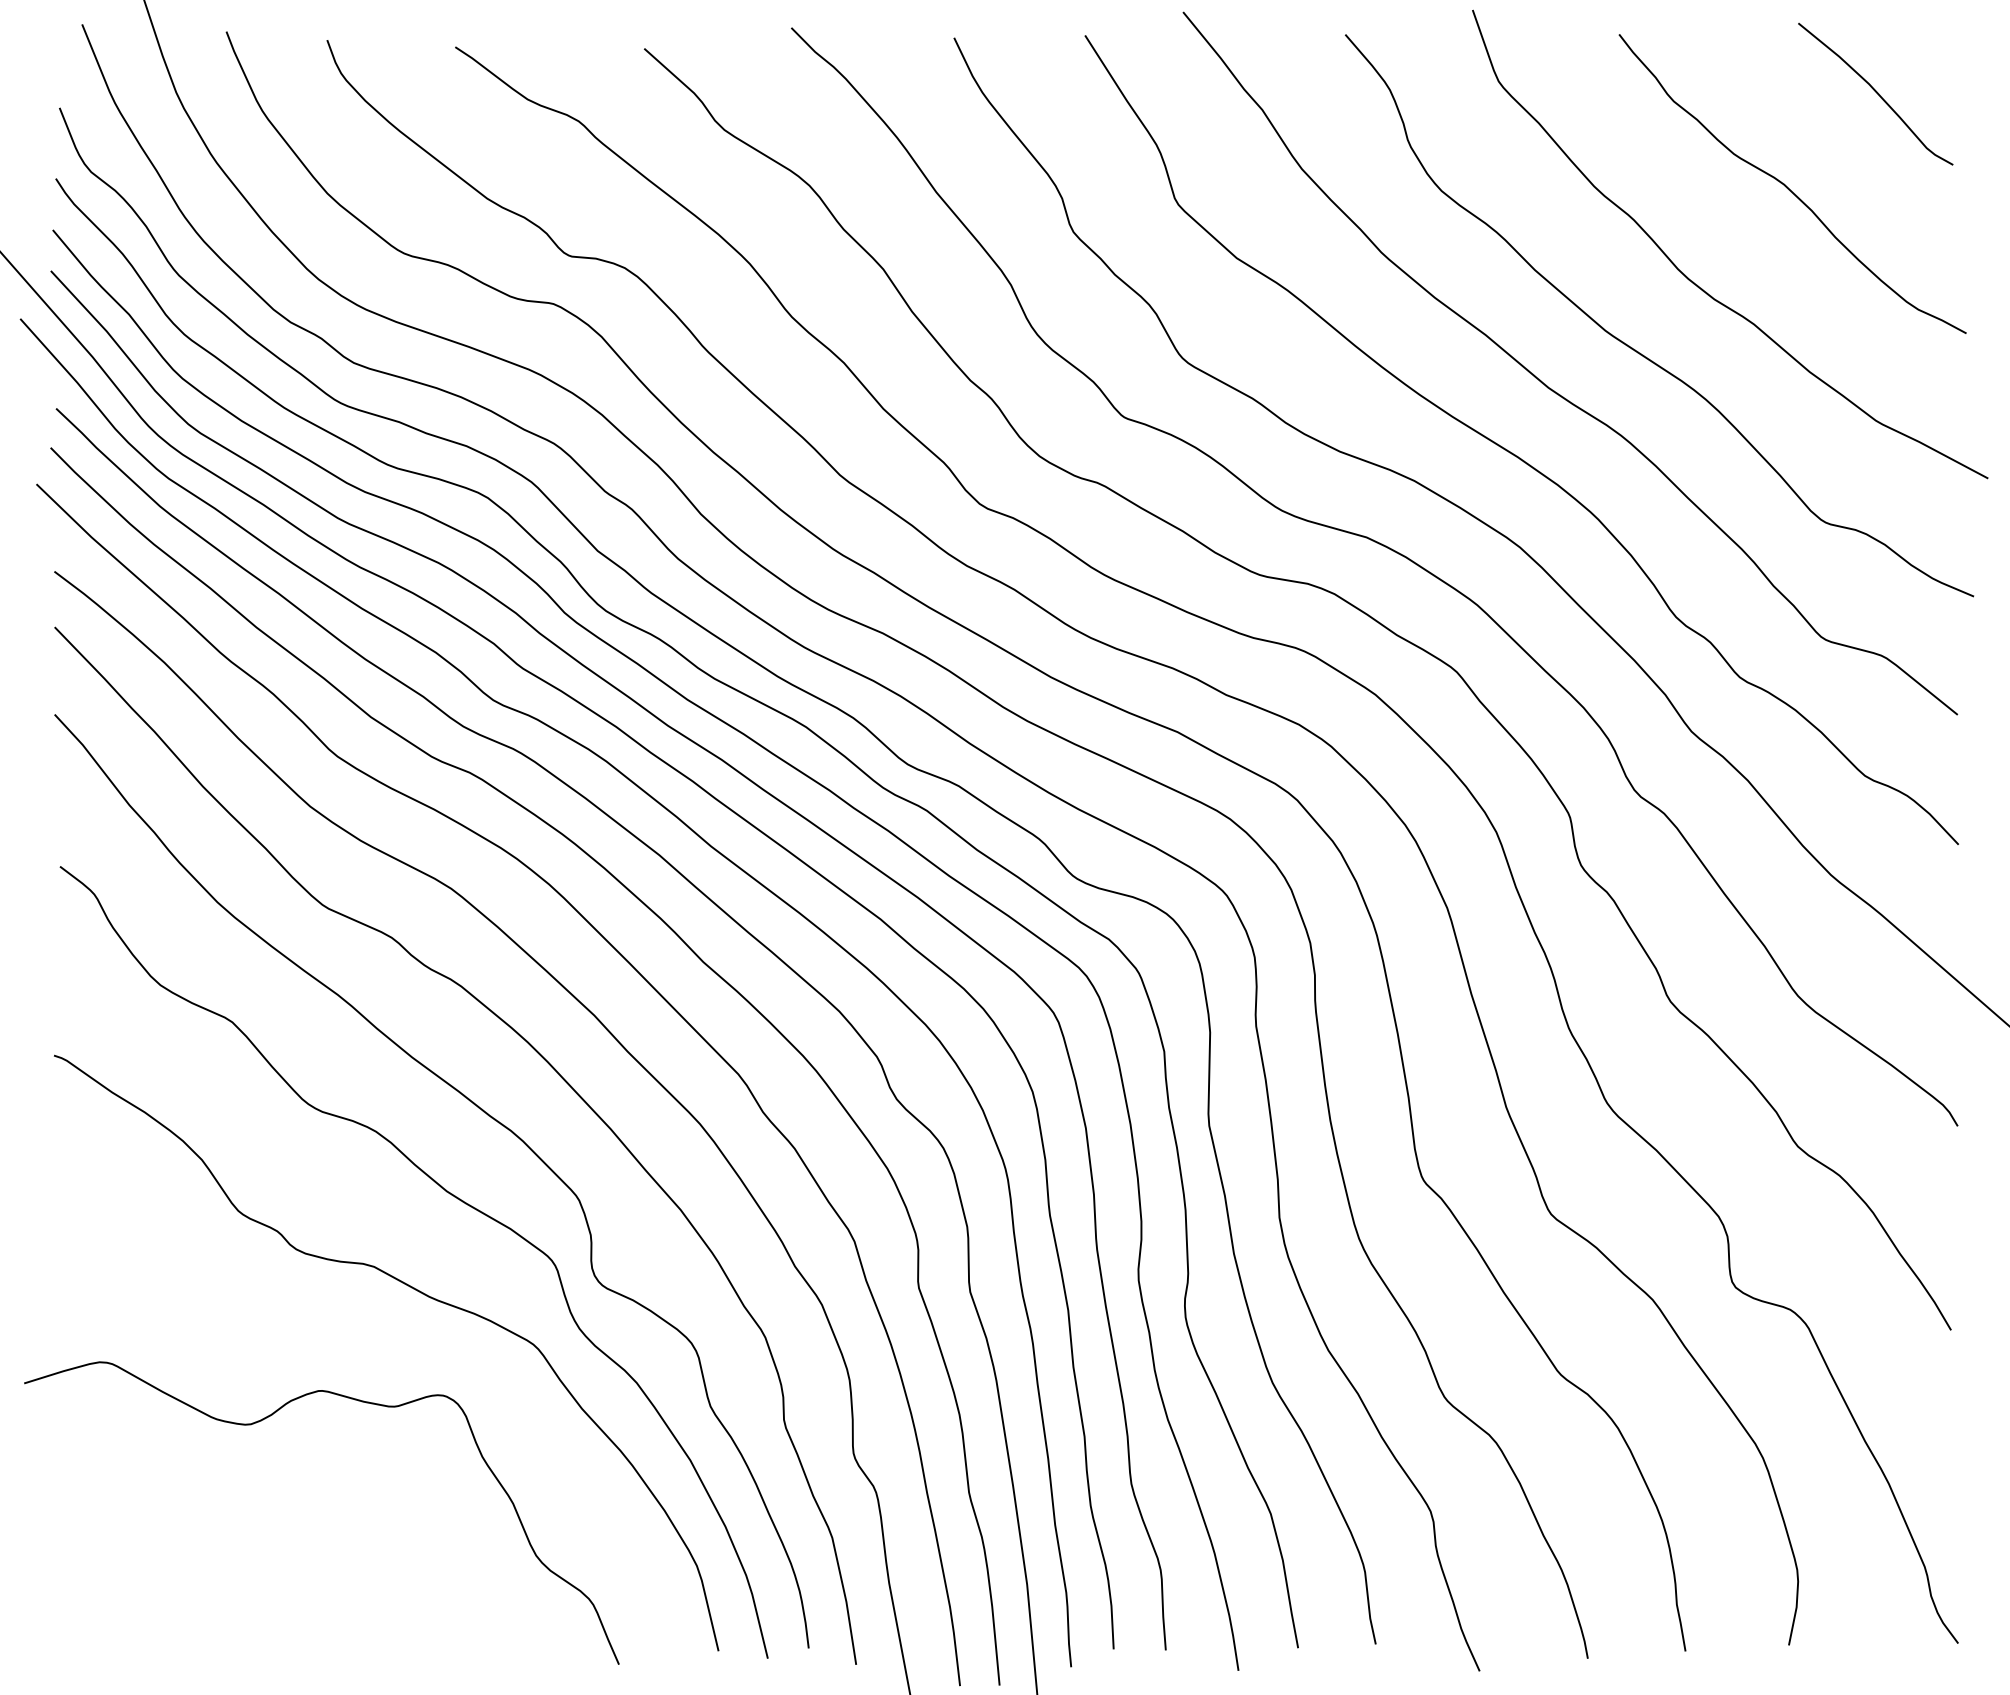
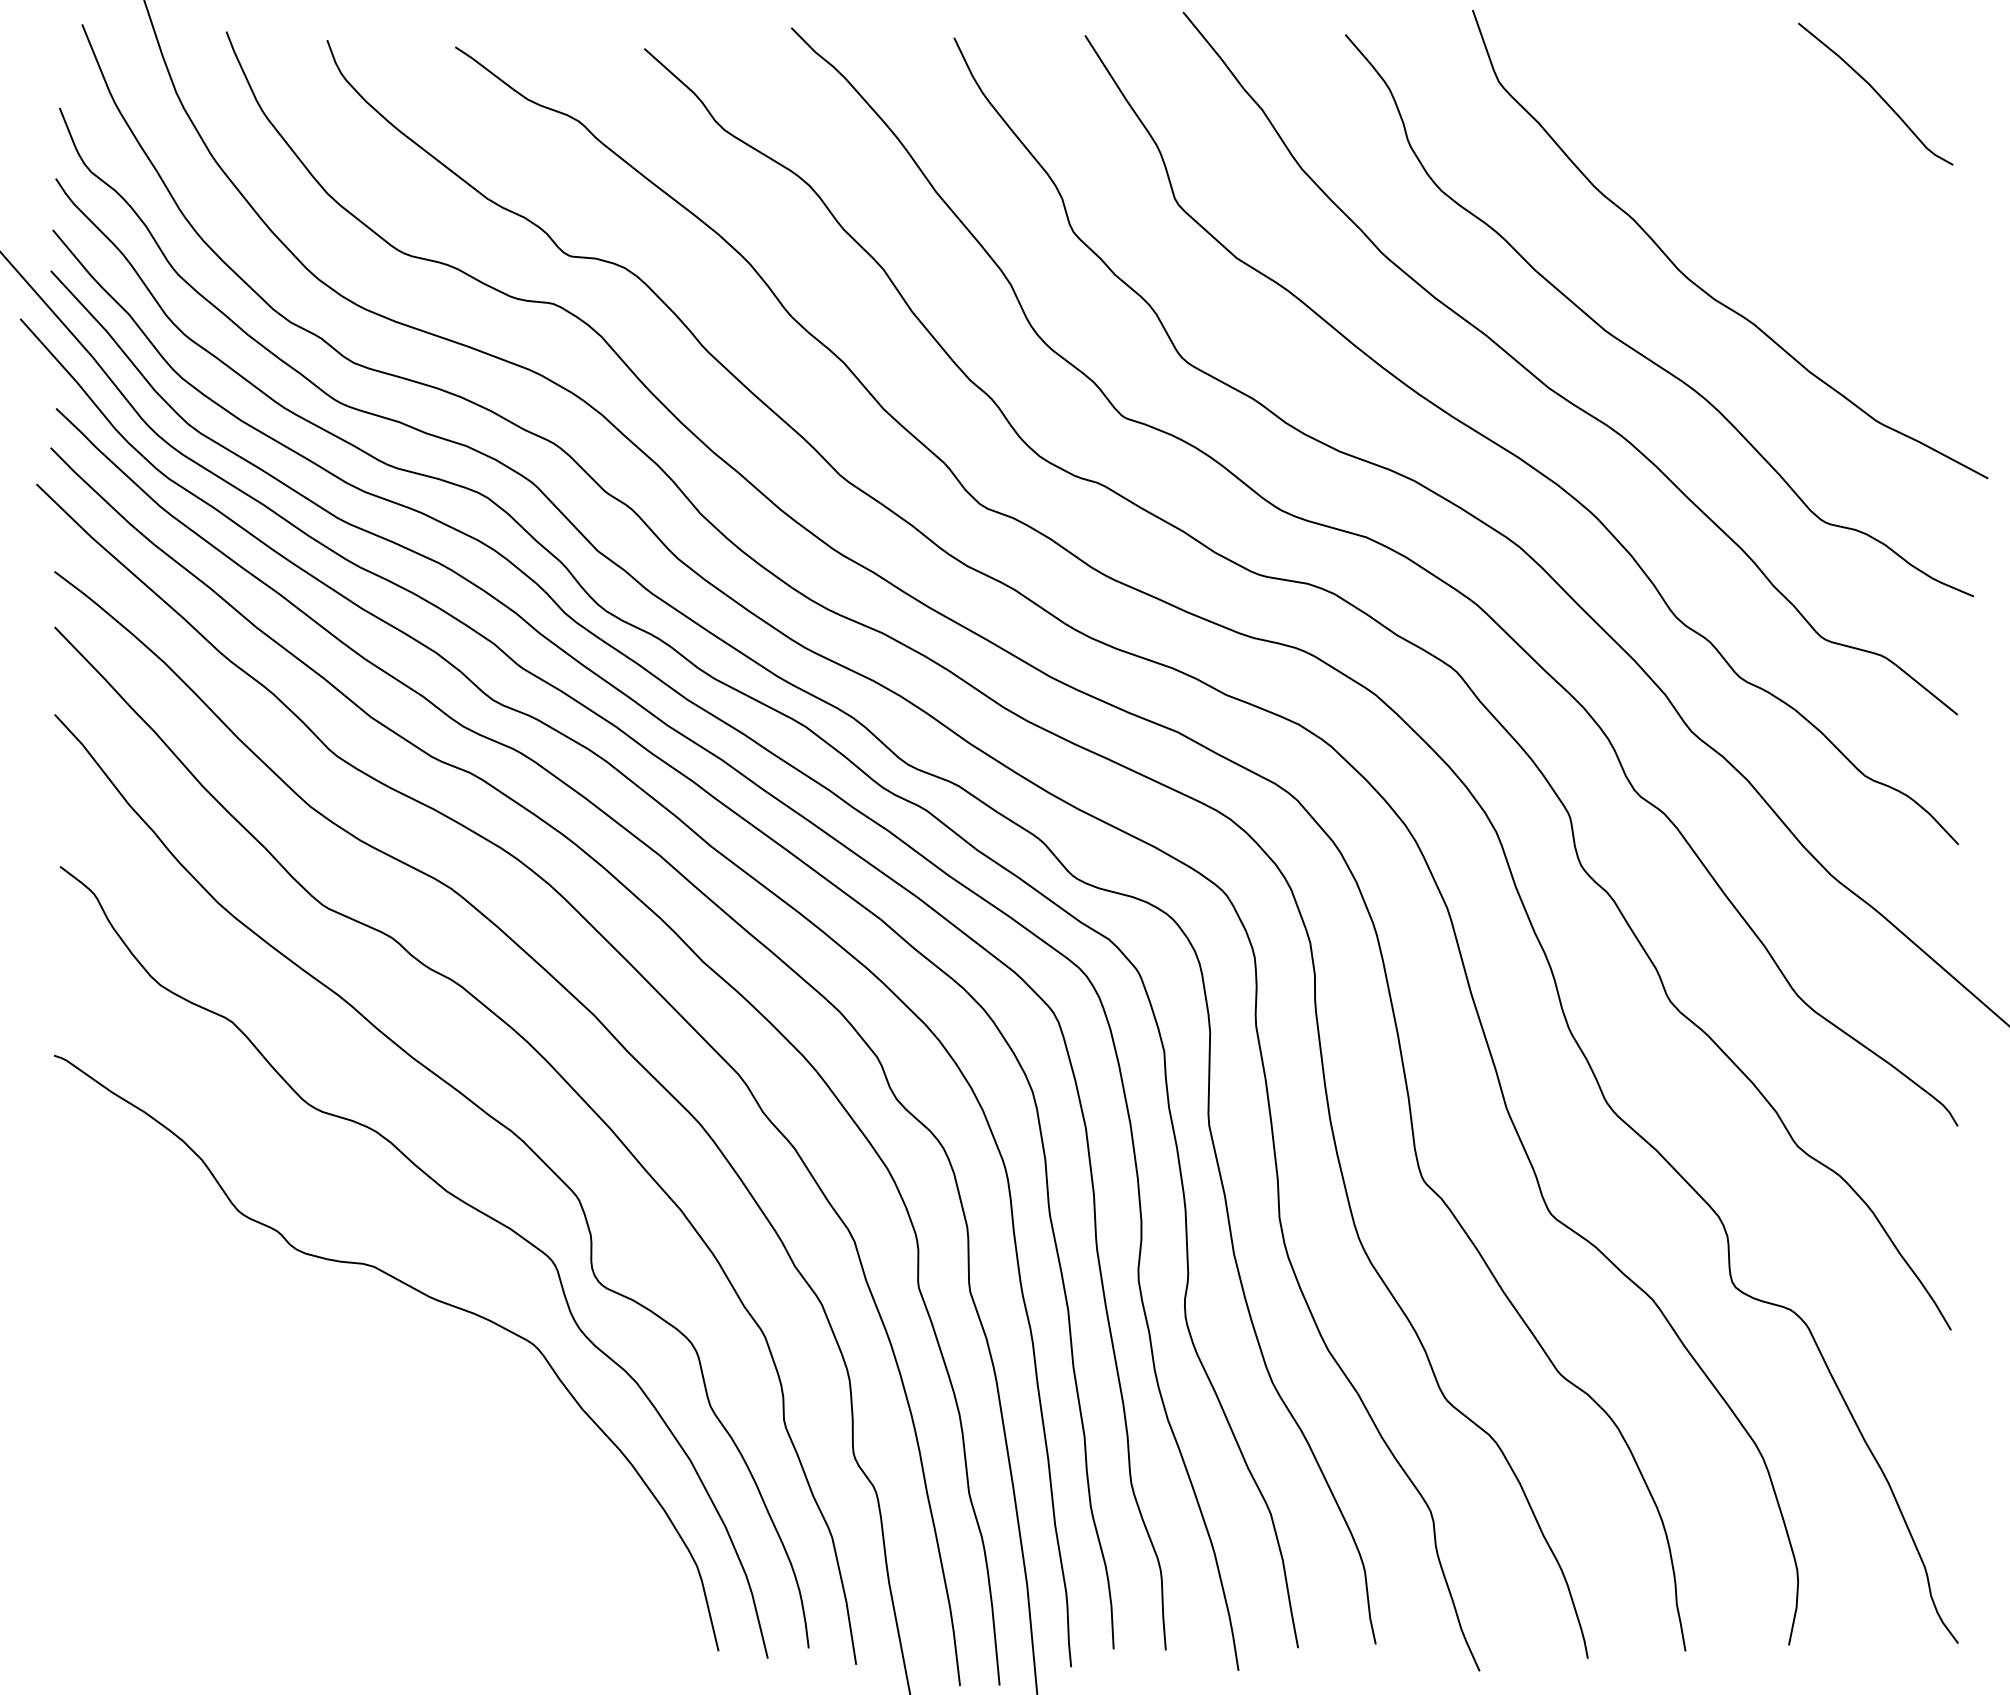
curve at (1788, 187): present -> none
curve at (265, 1419): present -> none
